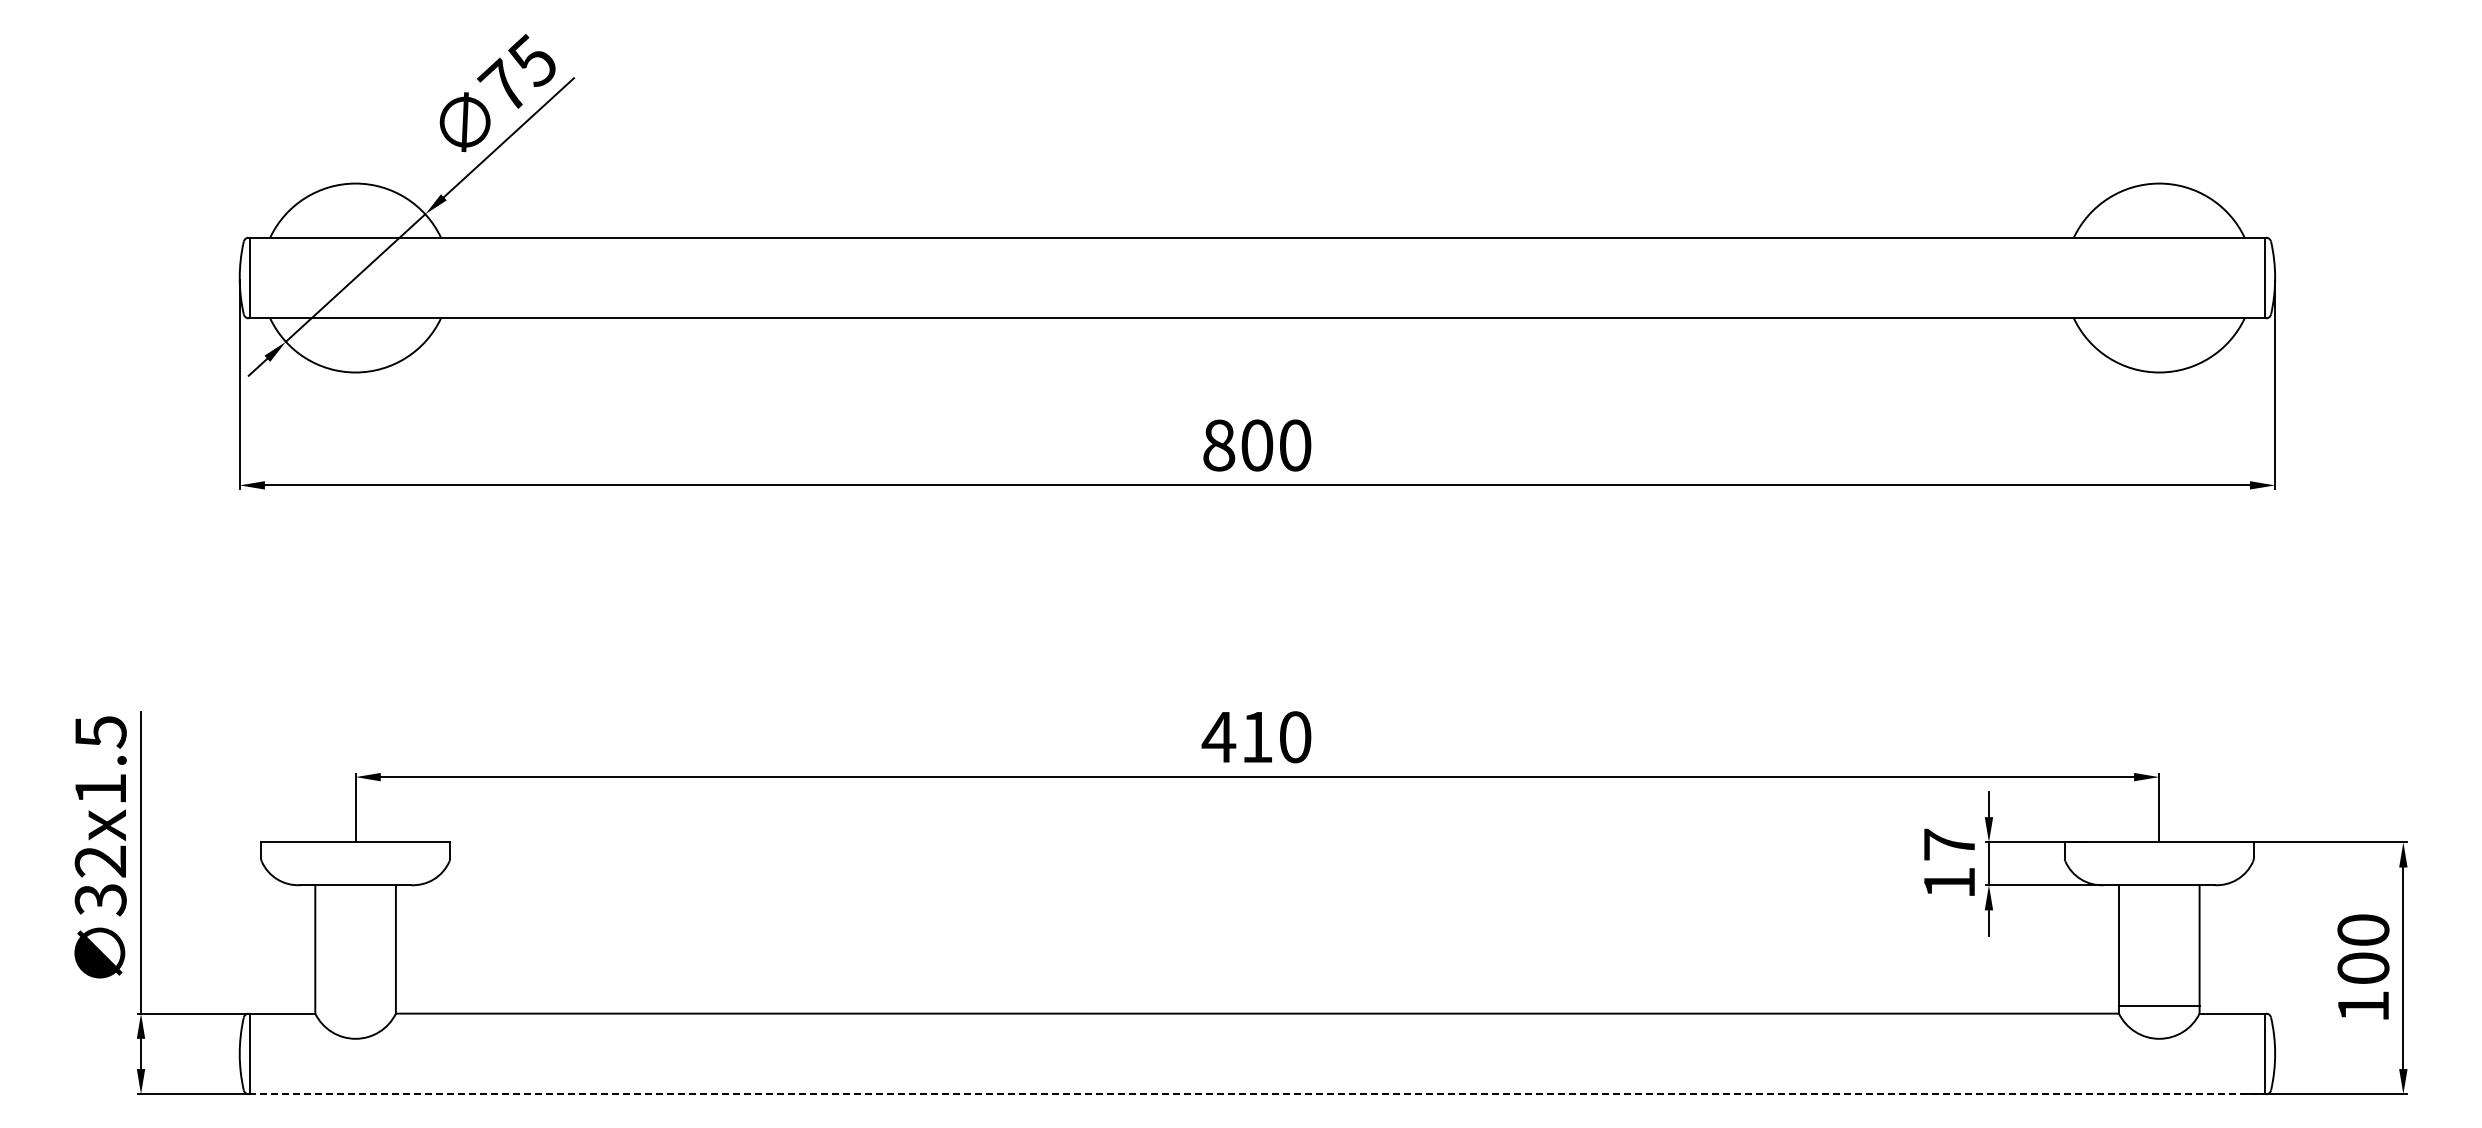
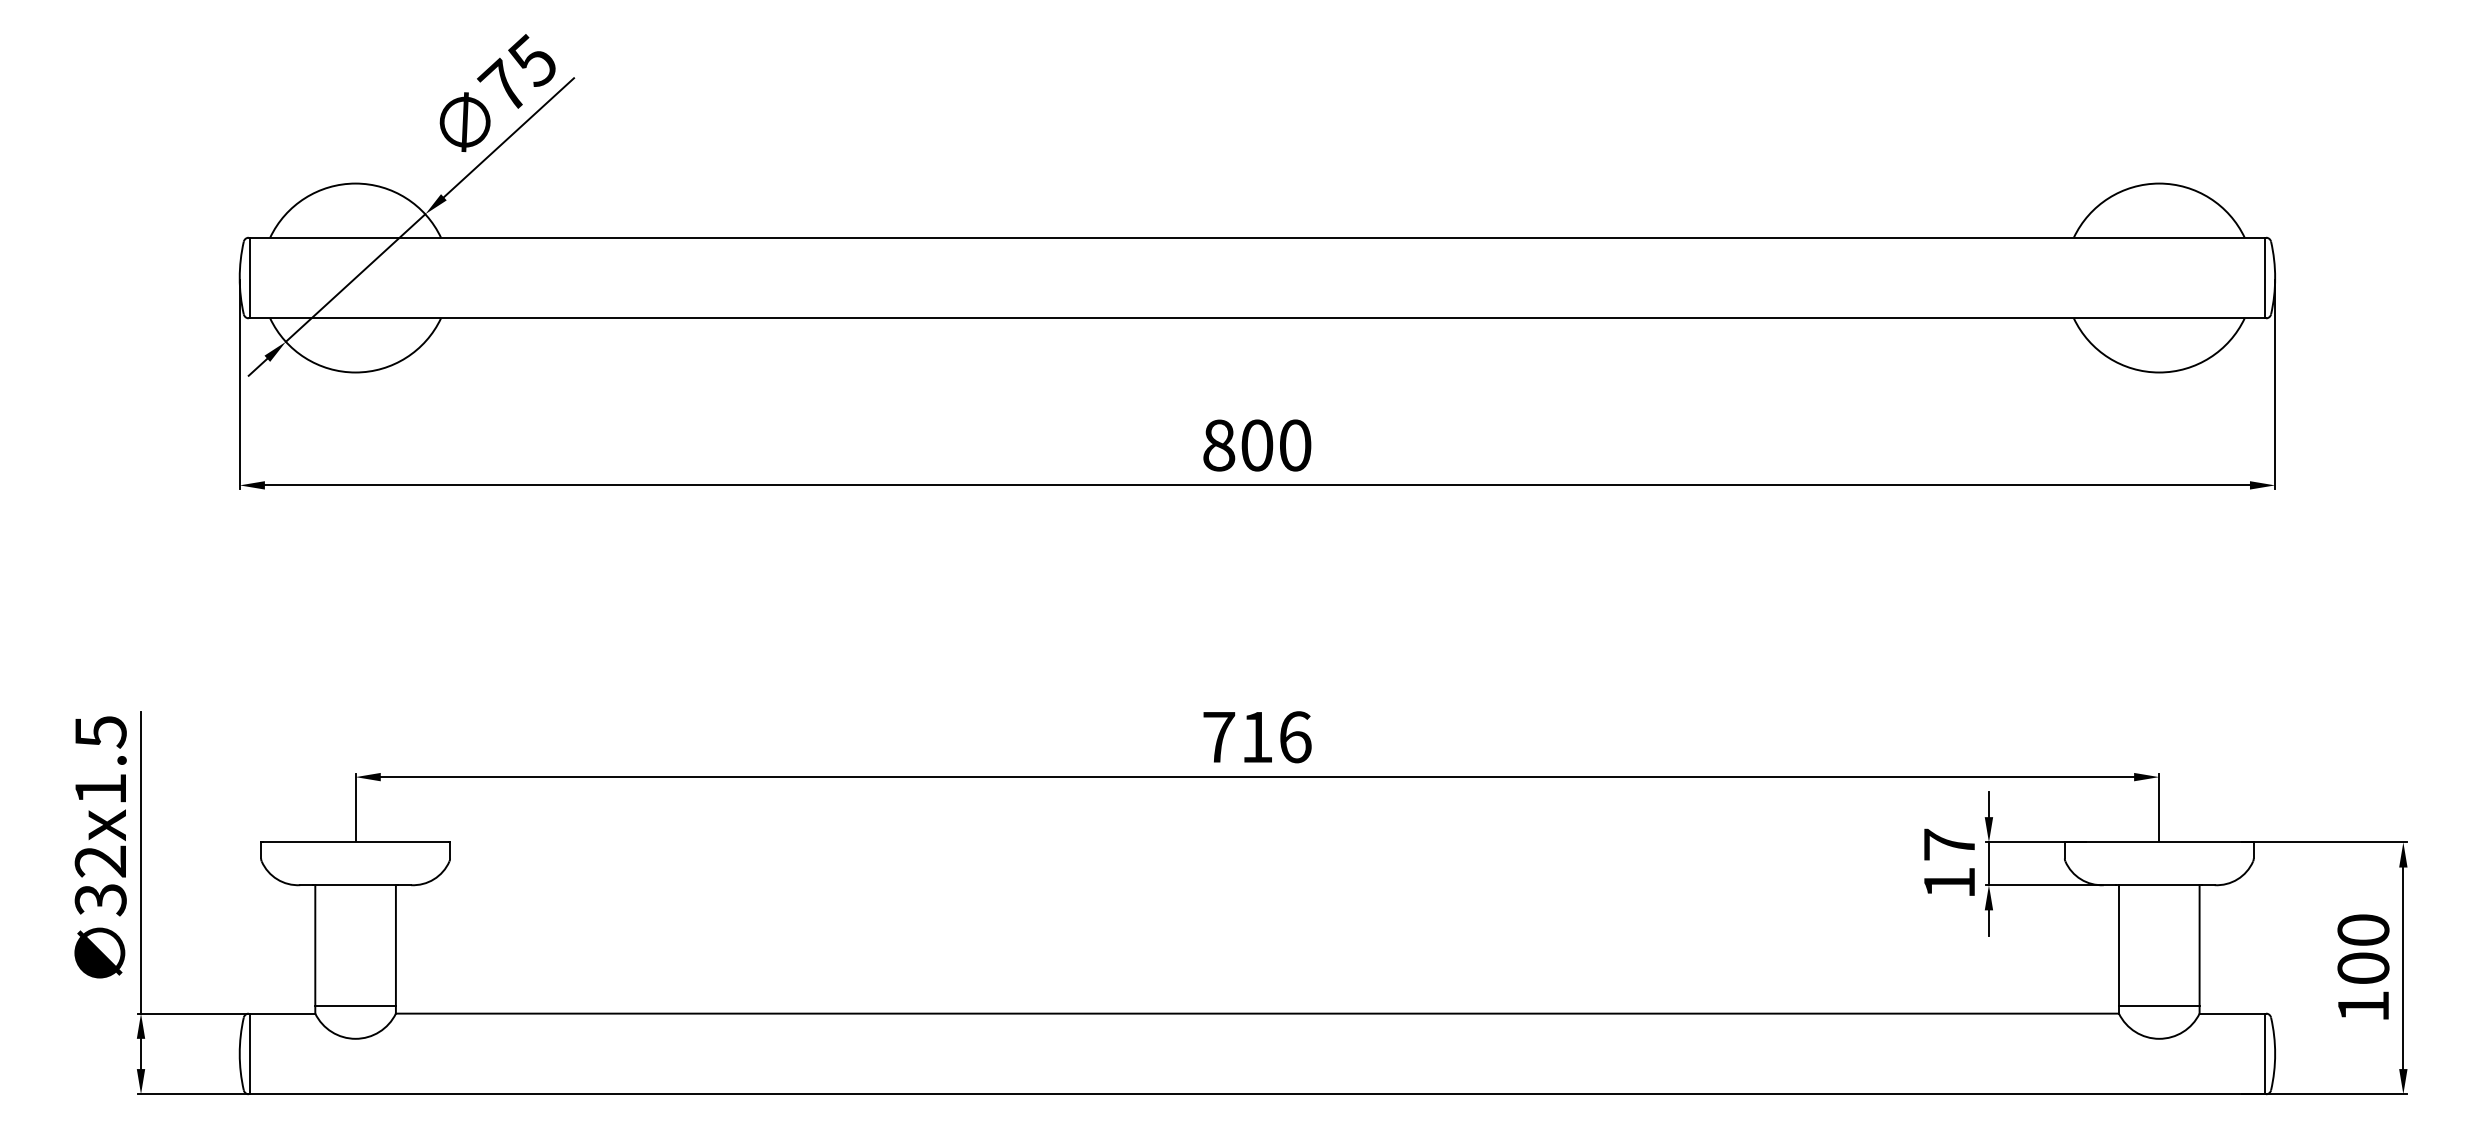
text at (1256, 737): 410 -> 716
line at (355, 1006): none -> present
line at (1257, 1094): dashed -> solid
